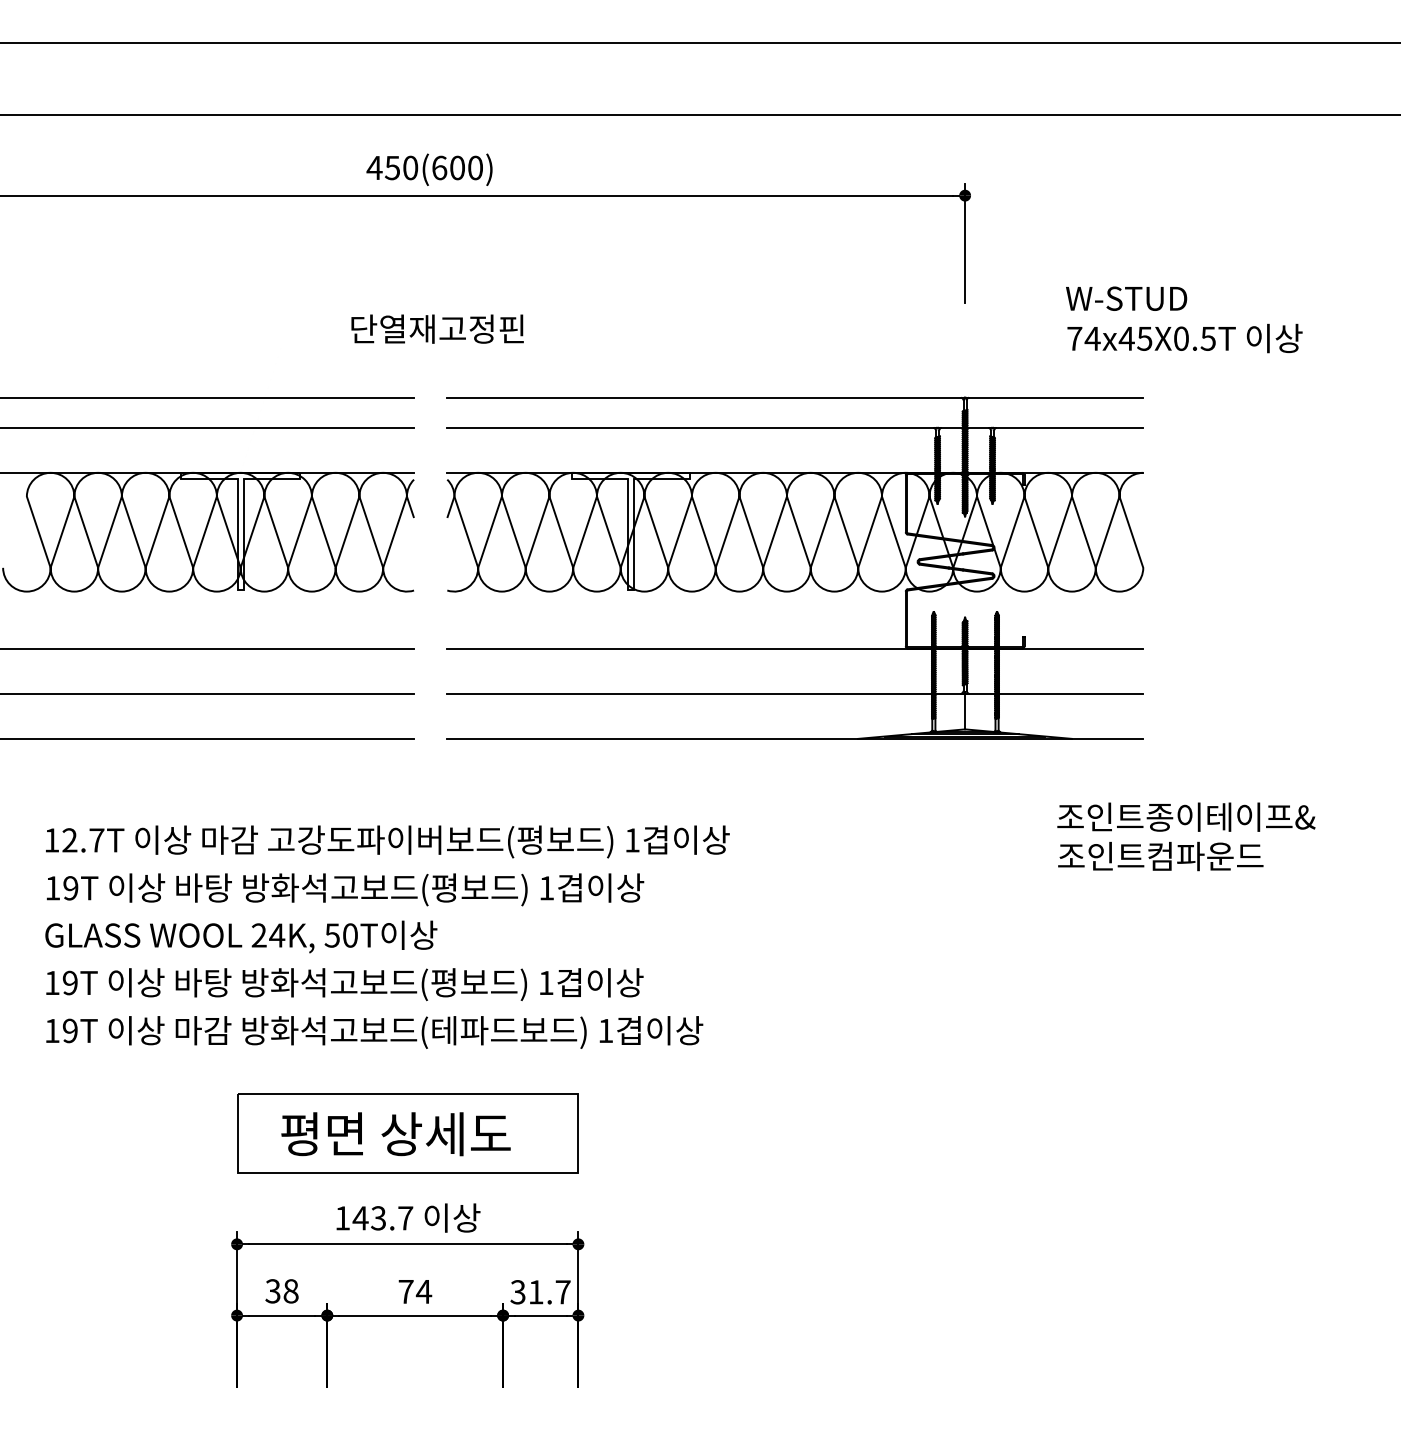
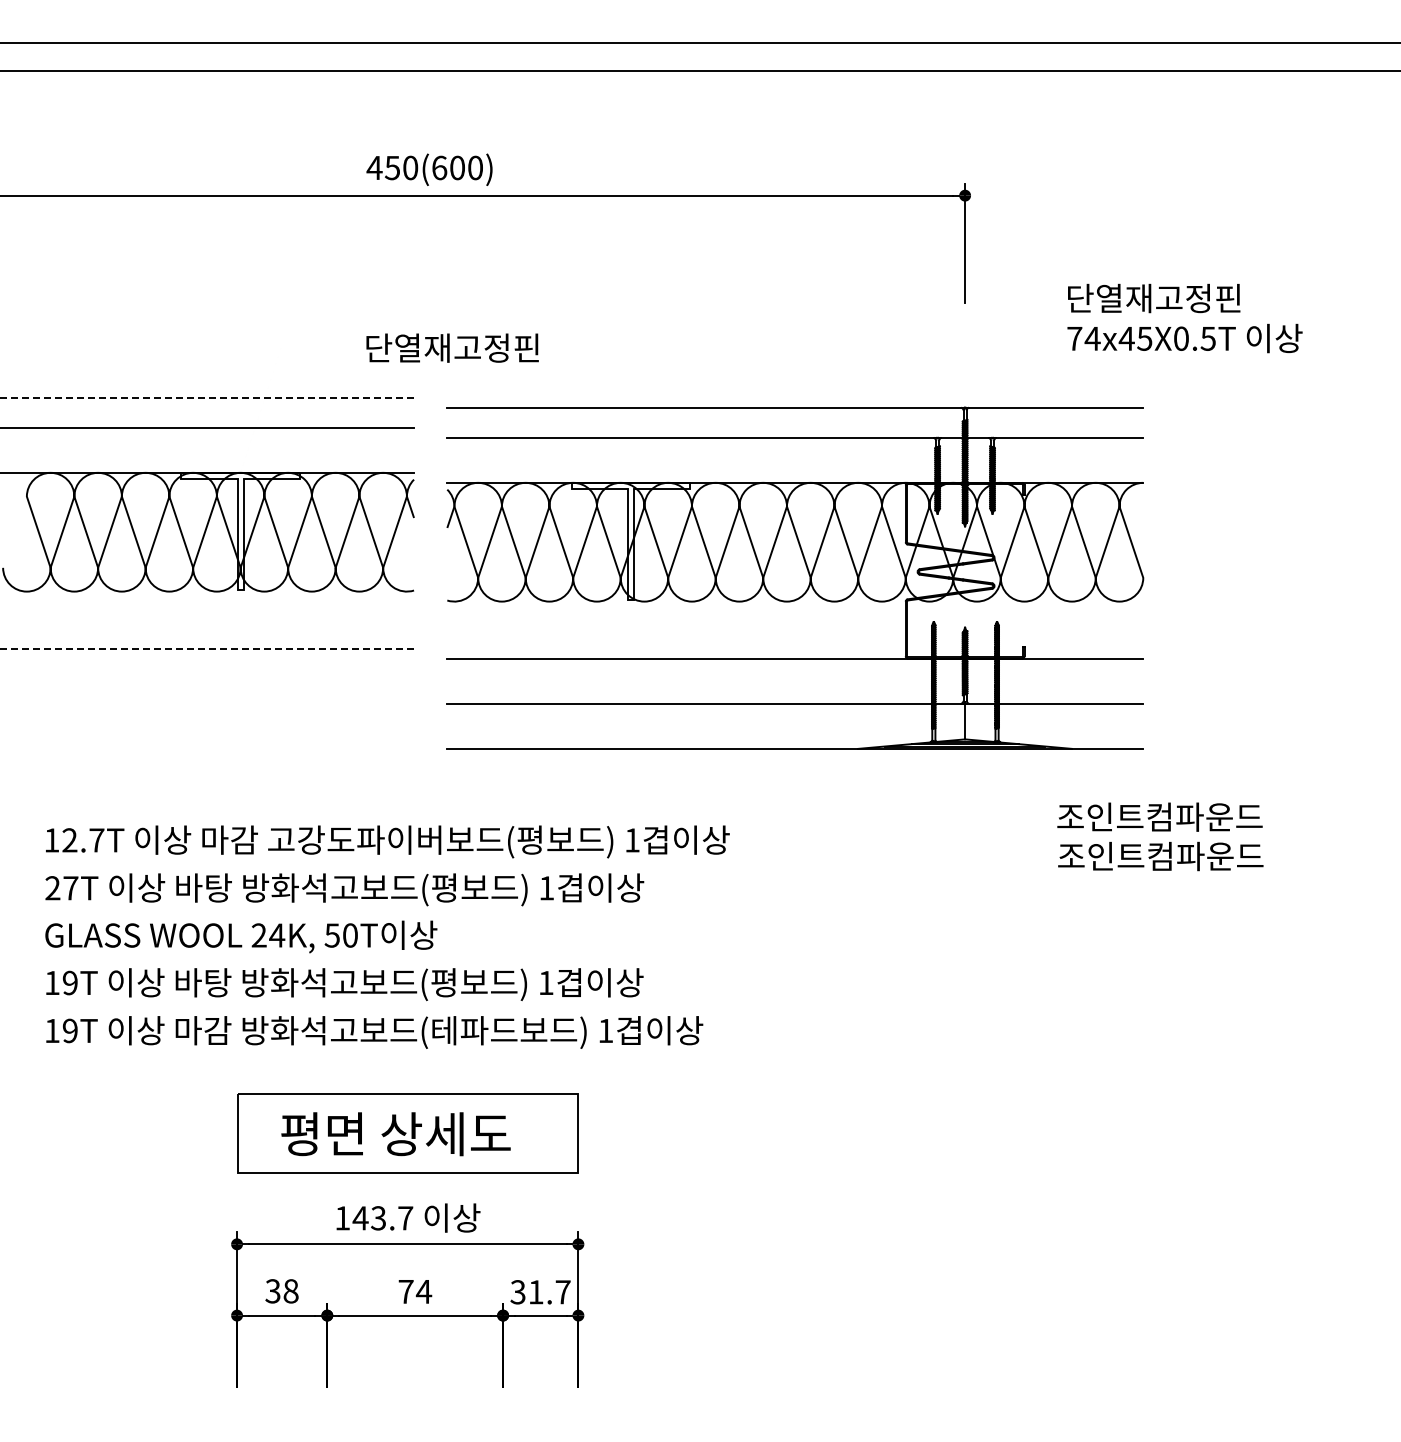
line at (699, 114) position: (699, 114) -> (699, 70)
text at (1153, 298): W-STUD -> 단열재고정핀
text at (437, 328) position: (437, 328) -> (452, 347)
line at (207, 397): solid -> dashed
part at (795, 567) position: (795, 567) -> (795, 577)
line at (207, 648): solid -> dashed
line at (208, 693): present -> none
line at (208, 738): present -> none
text at (1230, 816): 조인트종이테이프& -> 조인트컴파운드
text at (61, 888): 19T -> 27T
